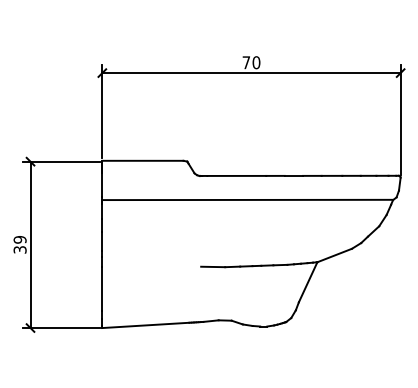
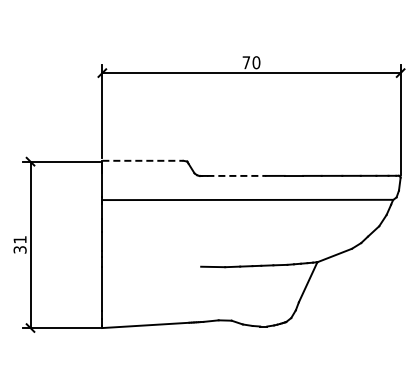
line at (142, 160): solid -> dashed
line at (237, 175): solid -> dashed
text at (19, 239): 39 -> 31
